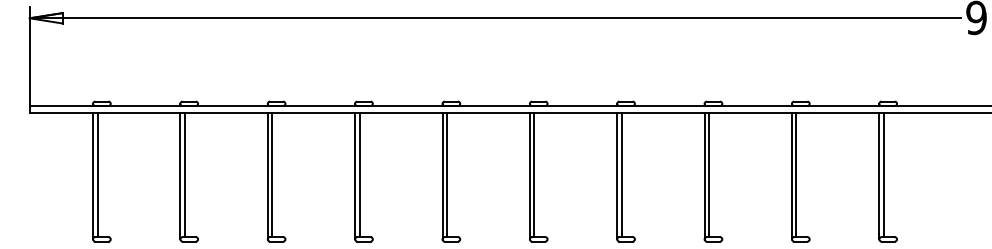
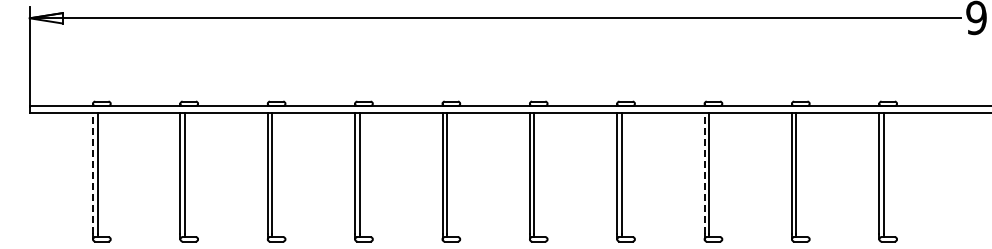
line at (93, 173): solid -> dashed
line at (704, 173): solid -> dashed
